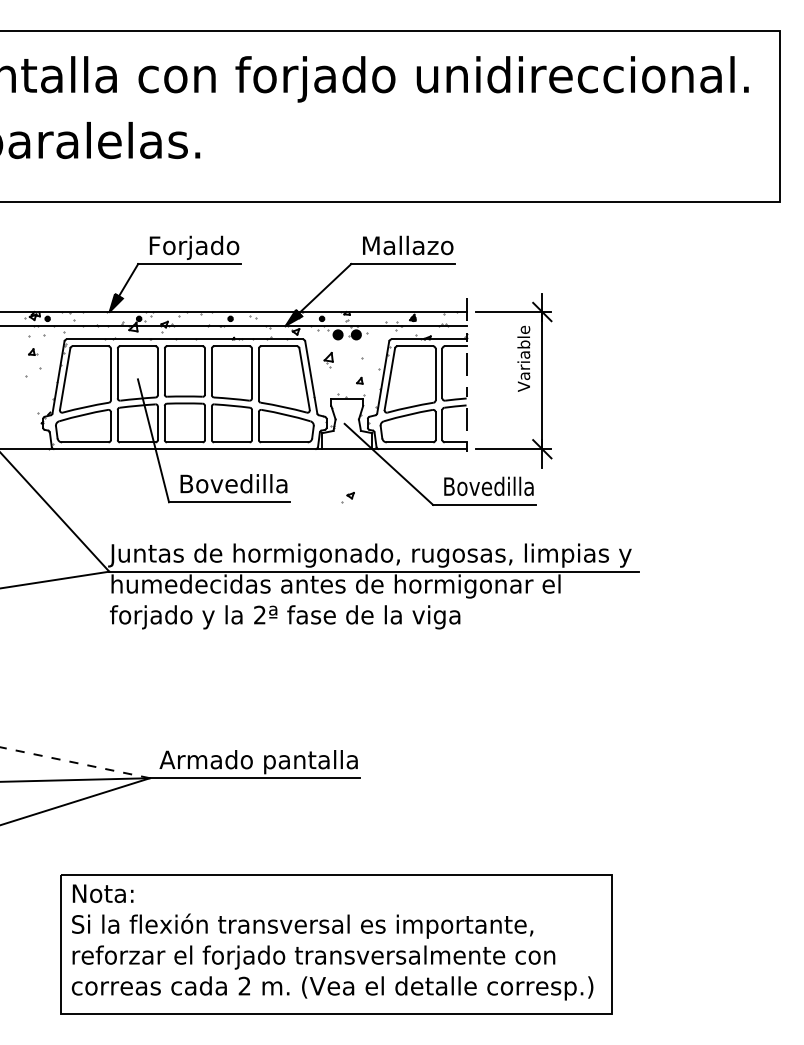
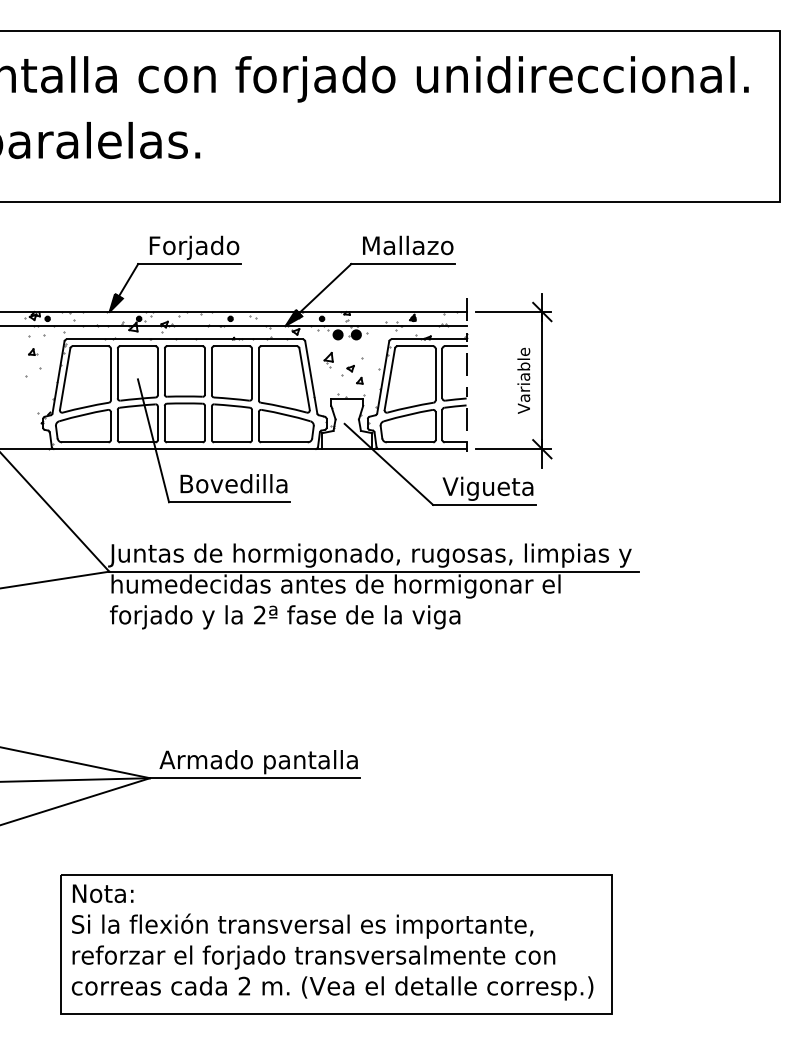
text at (523, 358) position: (523, 358) -> (523, 380)
text at (487, 488): Bovedilla -> Vigueta
part at (347, 497) position: (347, 497) -> (347, 370)
line at (74, 762): dashed -> solid
